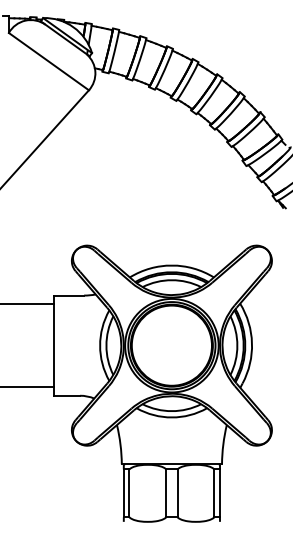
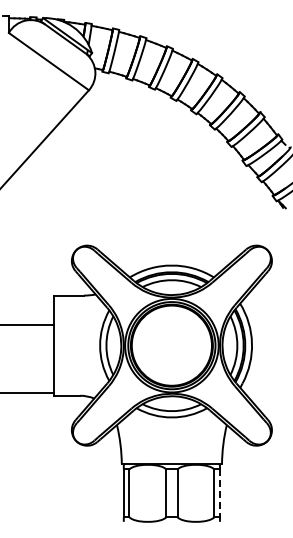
line at (27, 304) position: (27, 304) -> (27, 325)
line at (27, 387) position: (27, 387) -> (27, 393)
line at (219, 493): solid -> dashed
